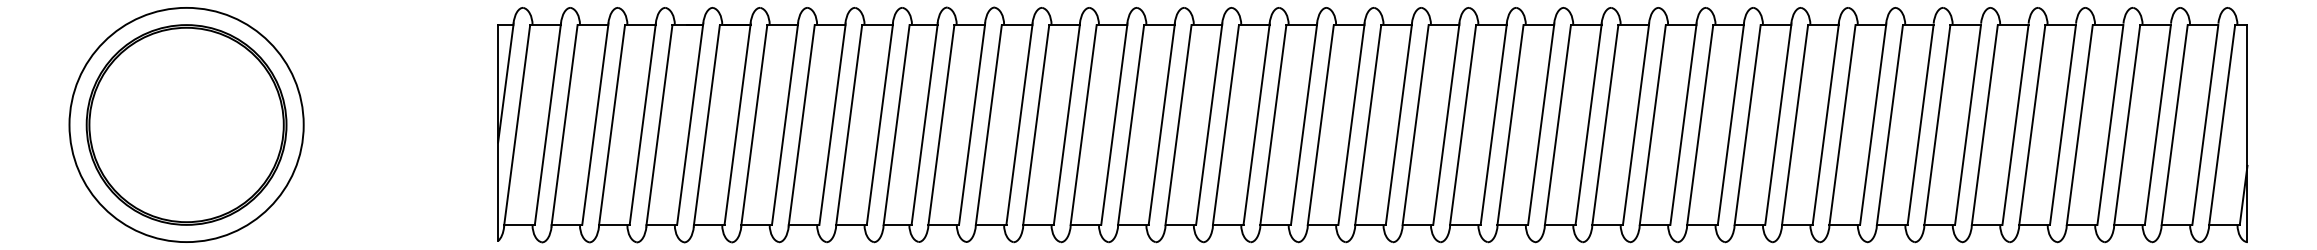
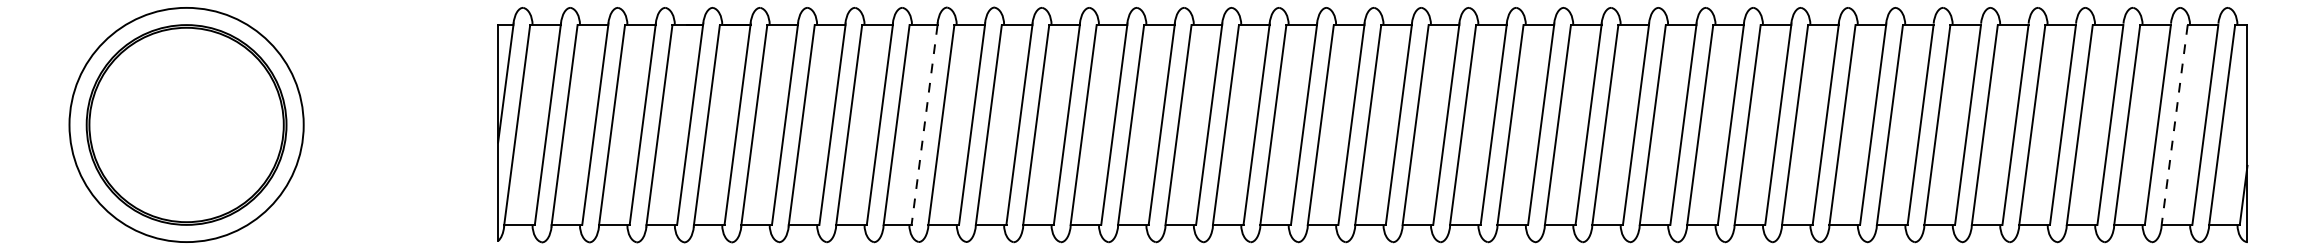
line at (924, 124): solid -> dashed
line at (2174, 124): solid -> dashed
